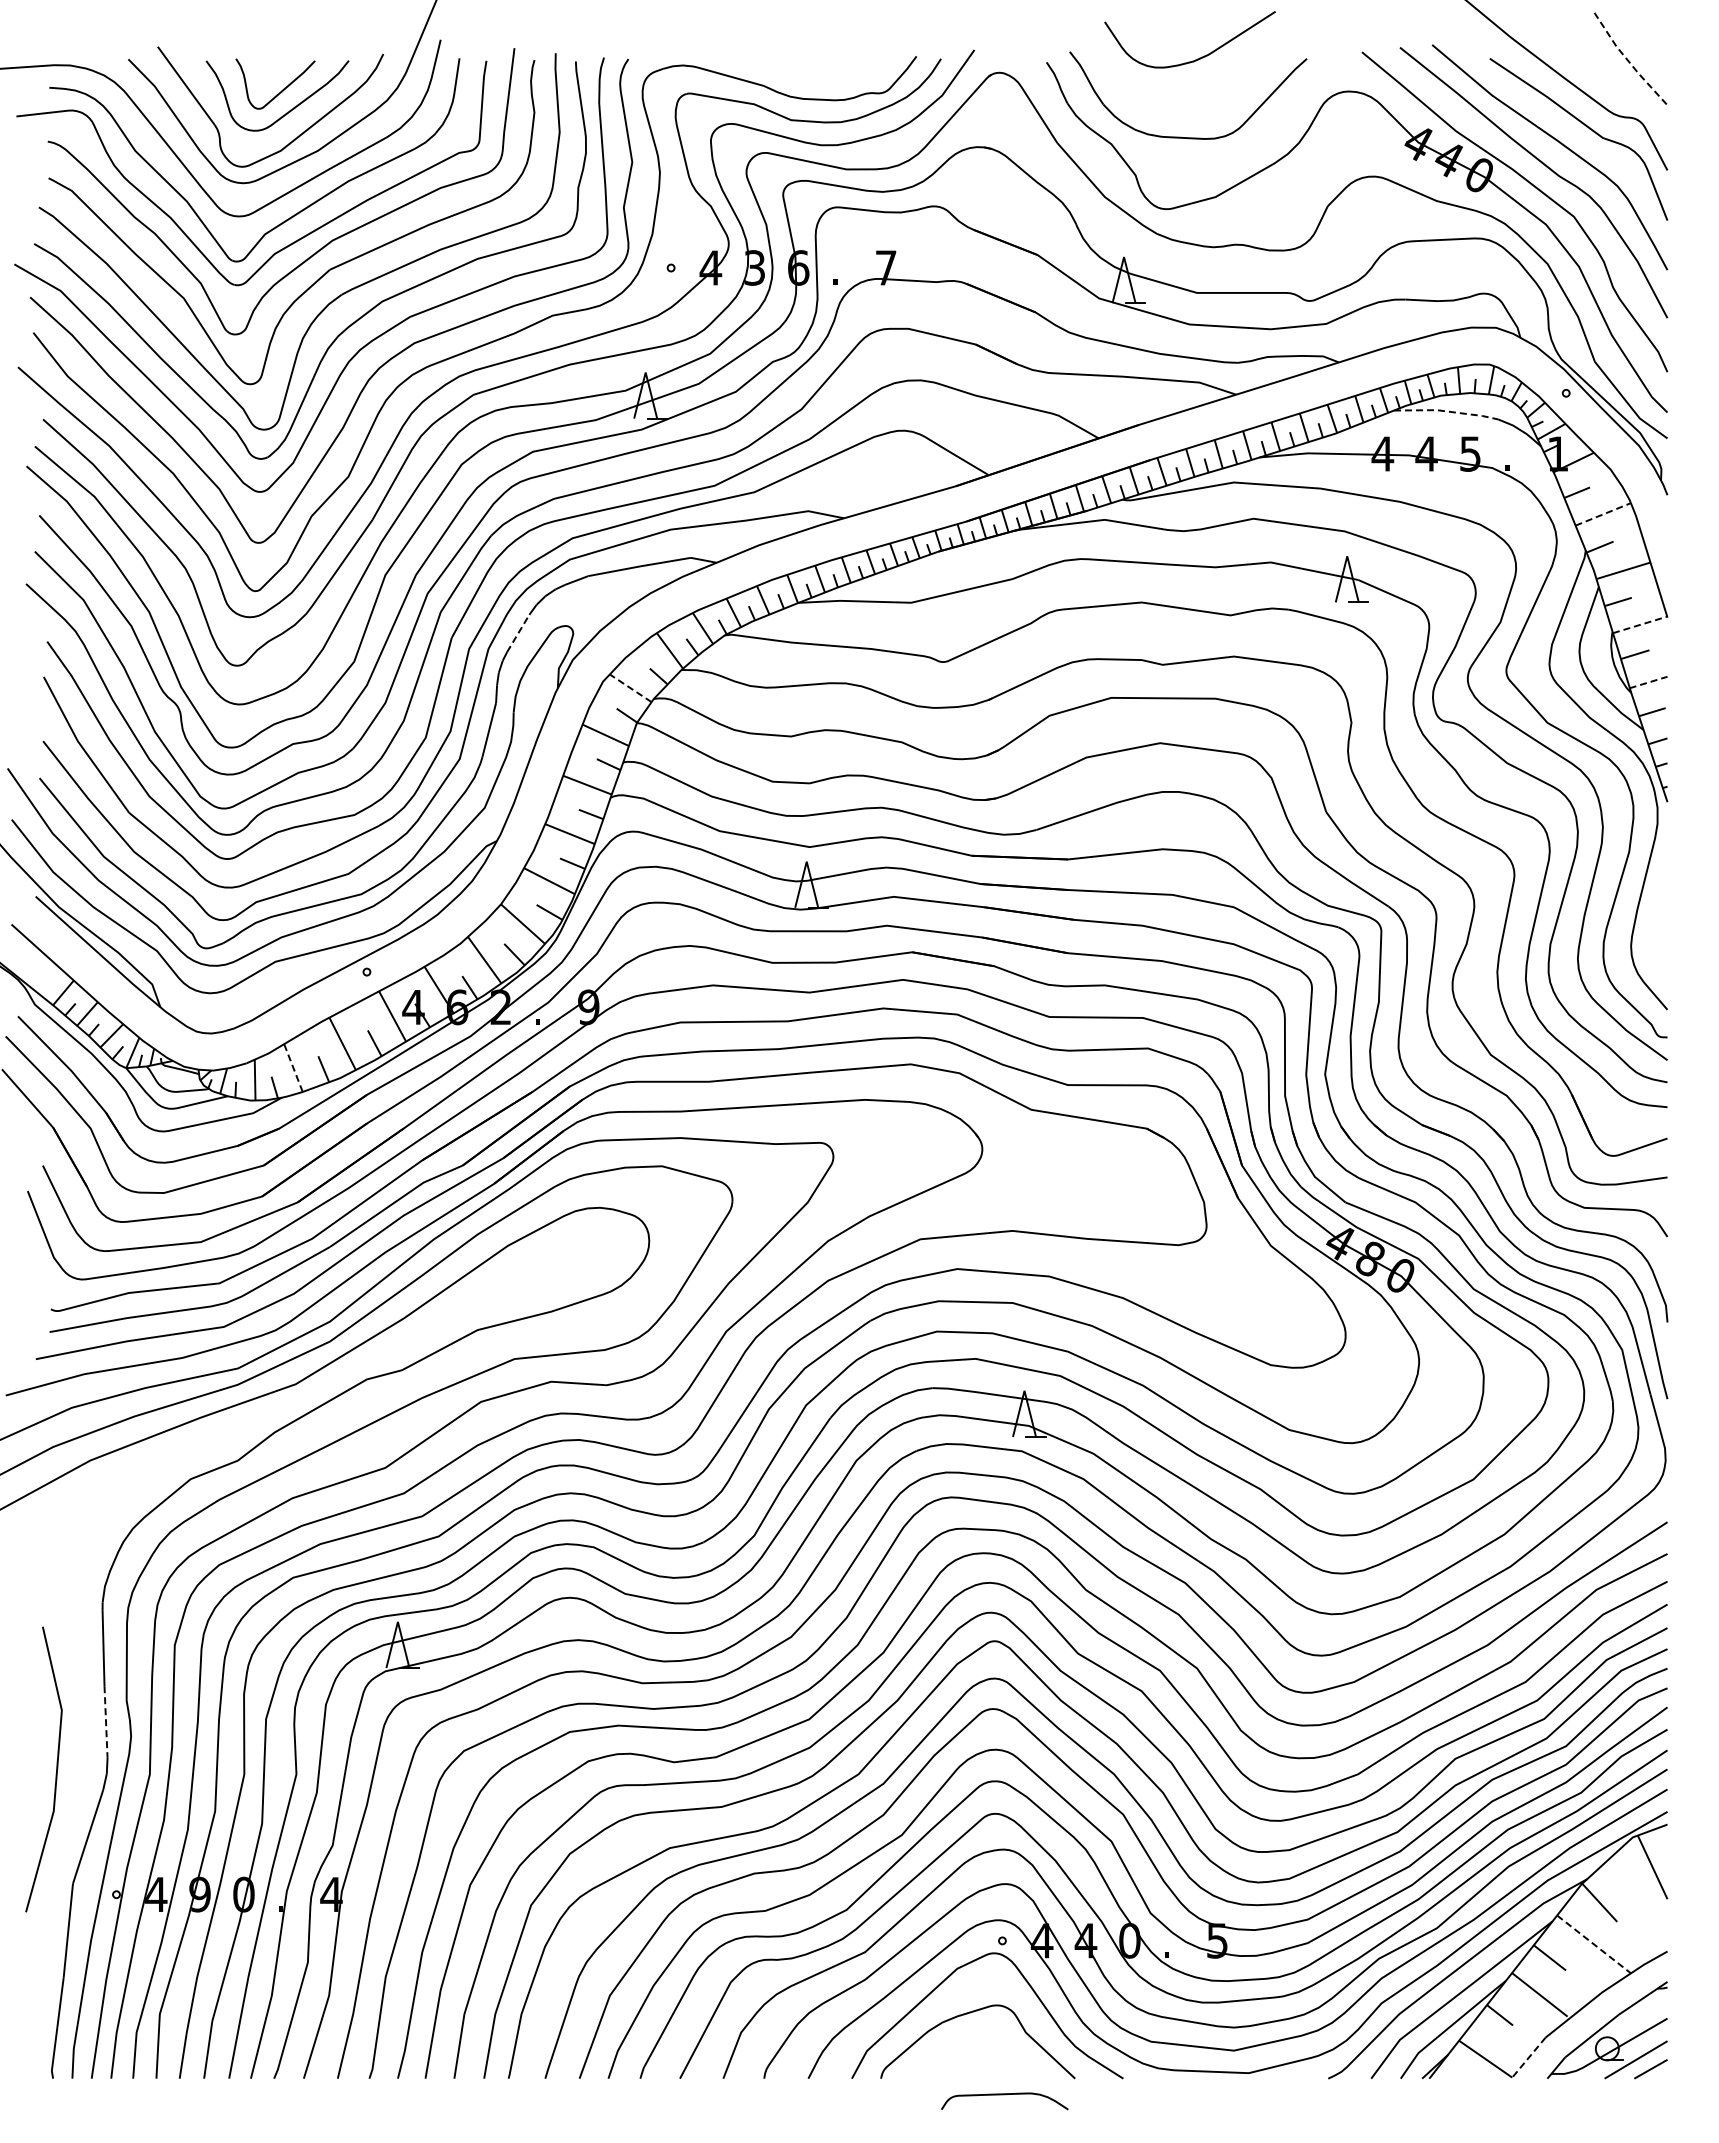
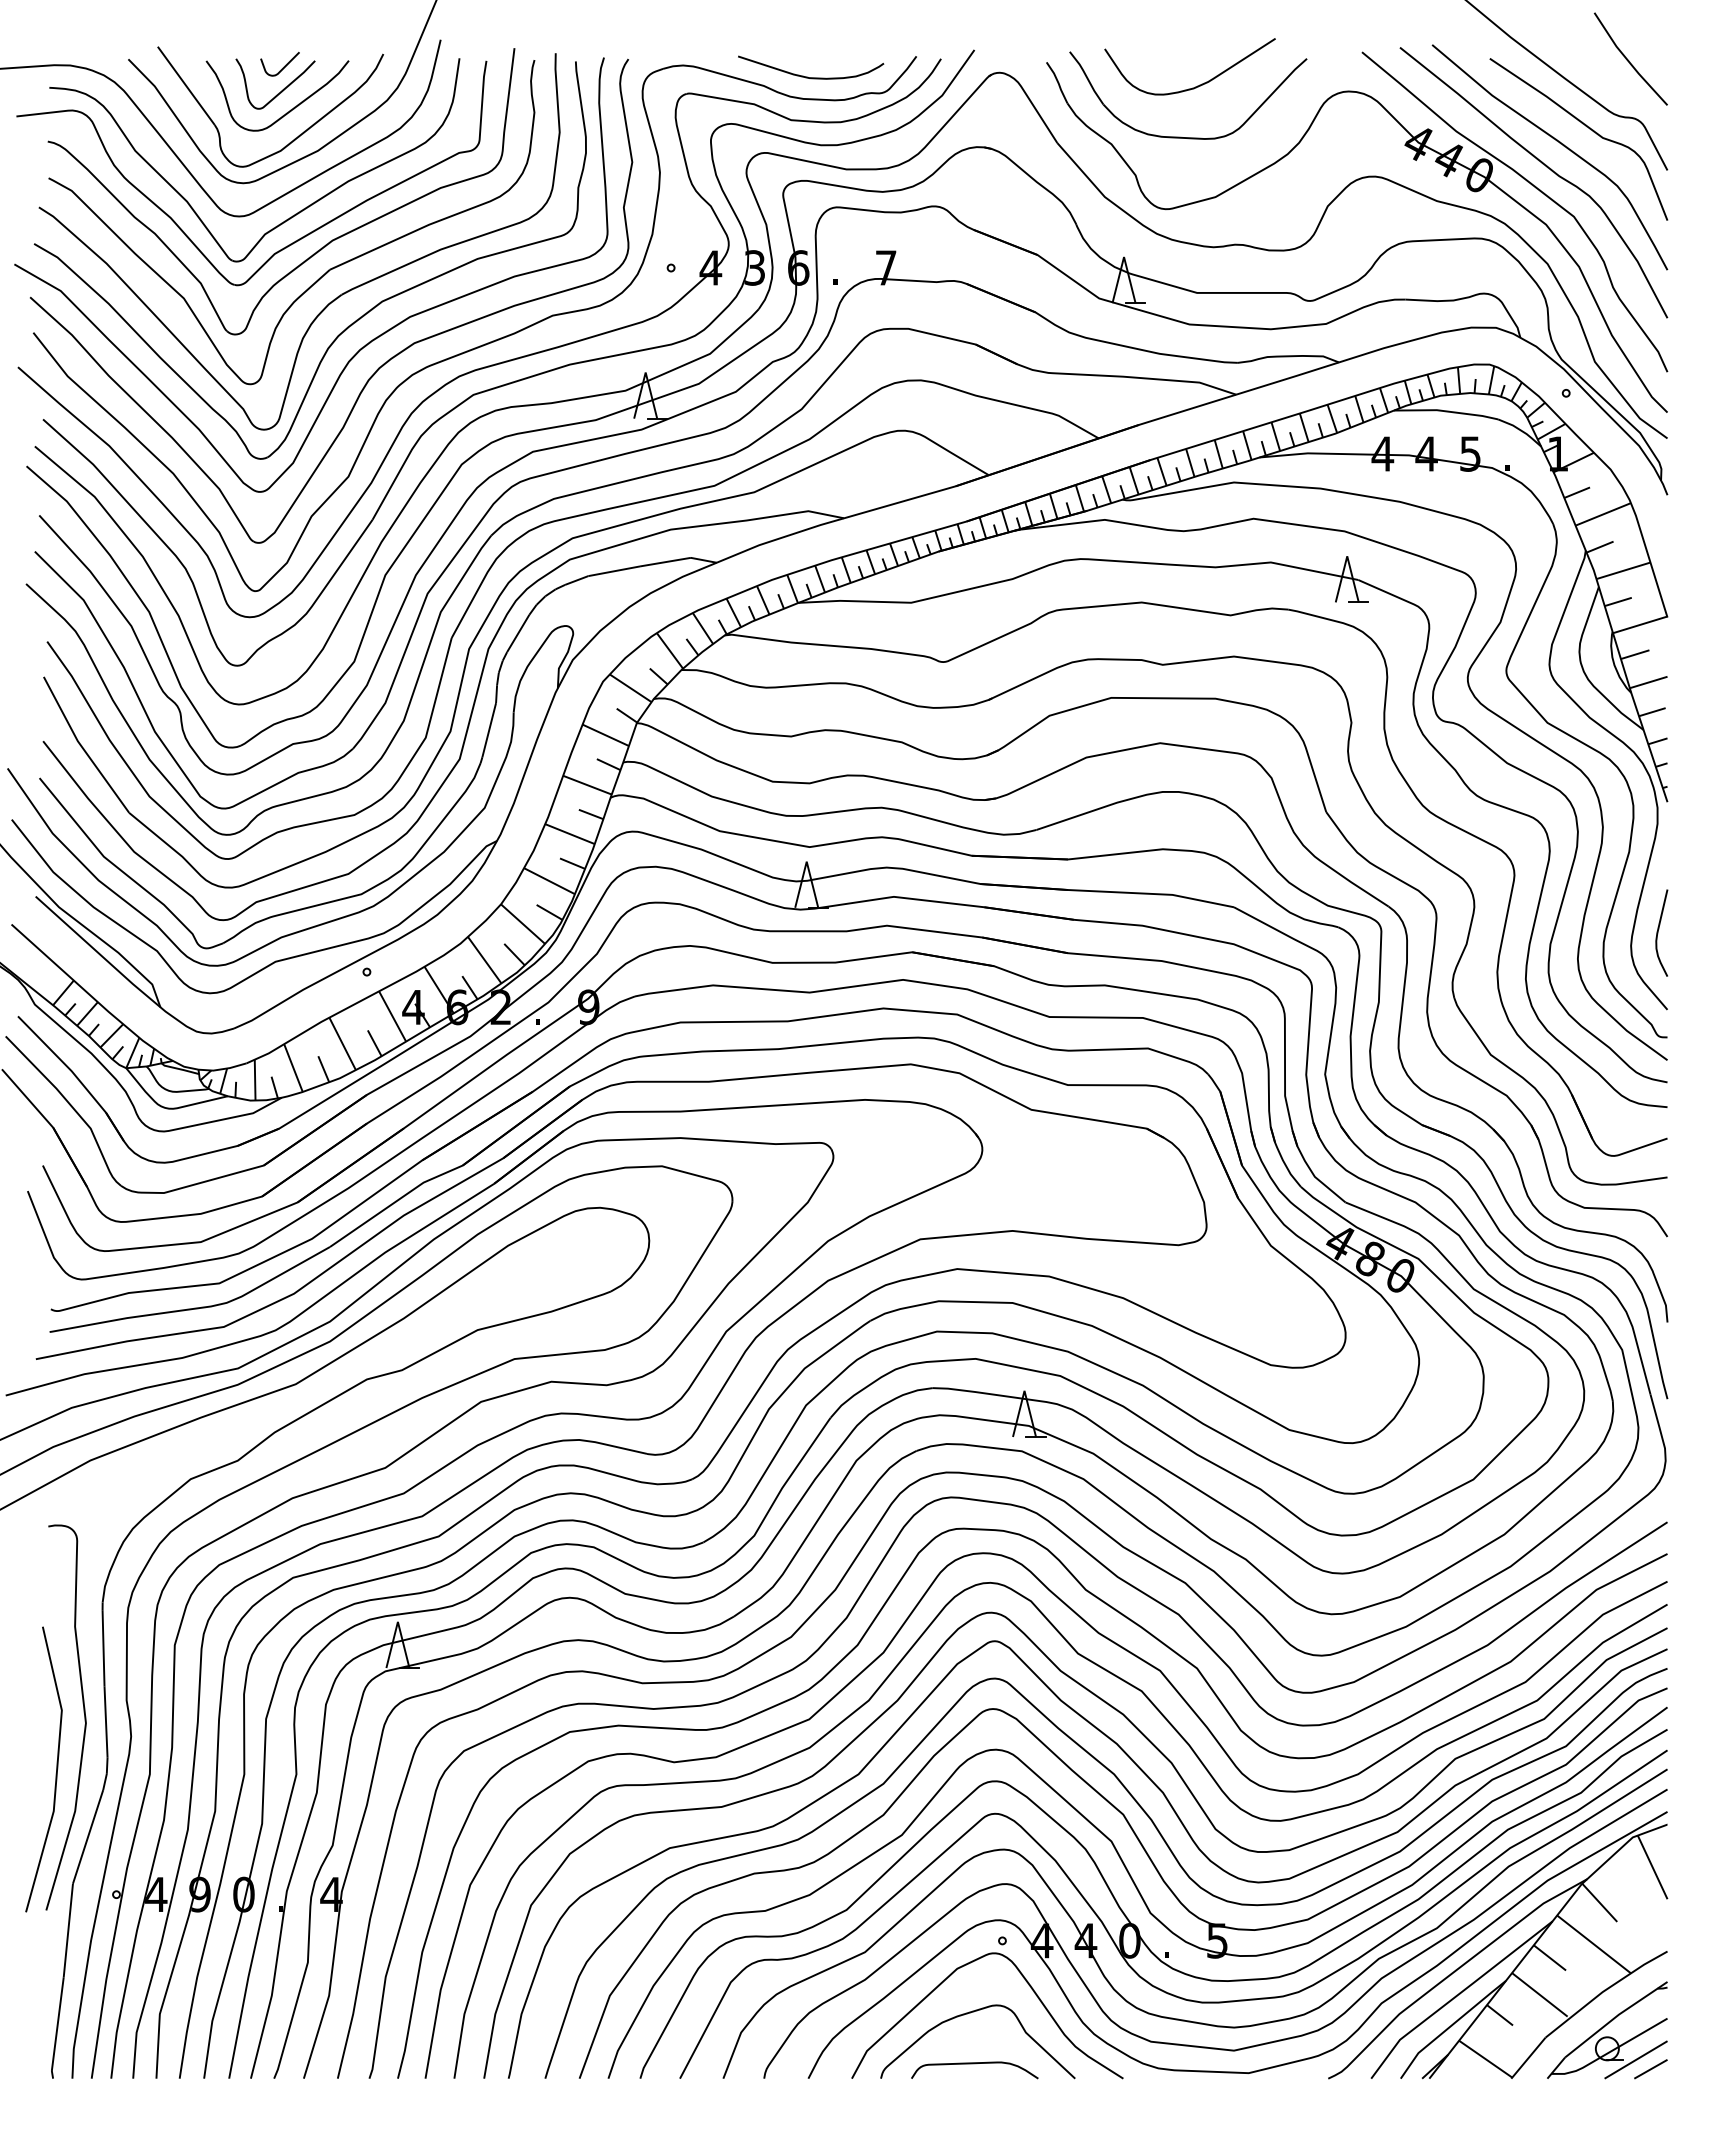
curve at (1199, 57) position: (1199, 57) -> (1199, 84)
line at (1628, 60): dashed -> solid
curve at (283, 66): none -> present
curve at (807, 76): none -> present
line at (1446, 411): dashed -> solid
line at (1603, 514): dashed -> solid
line at (1640, 624): dashed -> solid
line at (518, 633): dashed -> solid
line at (1648, 682): dashed -> solid
line at (630, 688): dashed -> solid
curve at (1658, 932): none -> present
line at (293, 1068): dashed -> solid
curve at (83, 1712): none -> present
line at (106, 1722): dashed -> solid
line at (1594, 1944): dashed -> solid
line at (1528, 2058): dashed -> solid
curve at (1004, 2095) position: (1004, 2095) -> (974, 2064)
